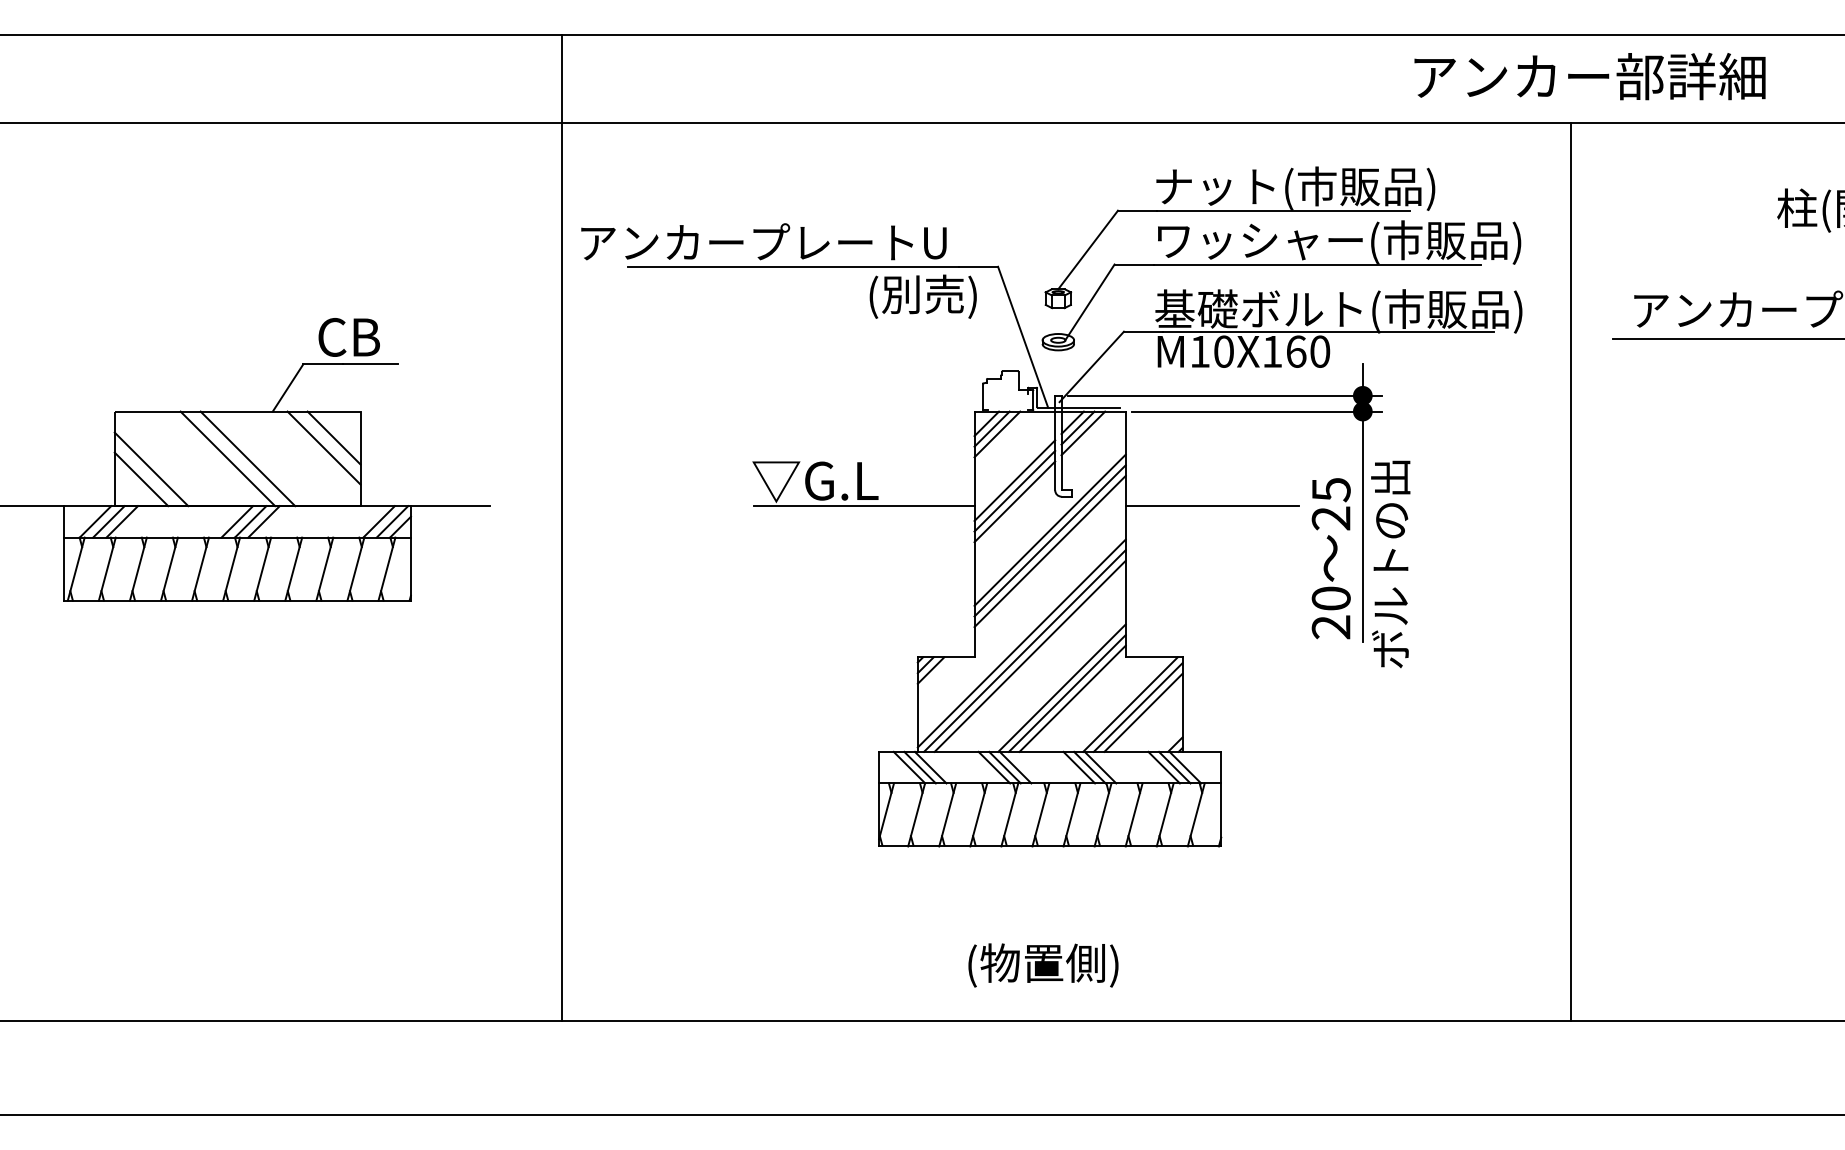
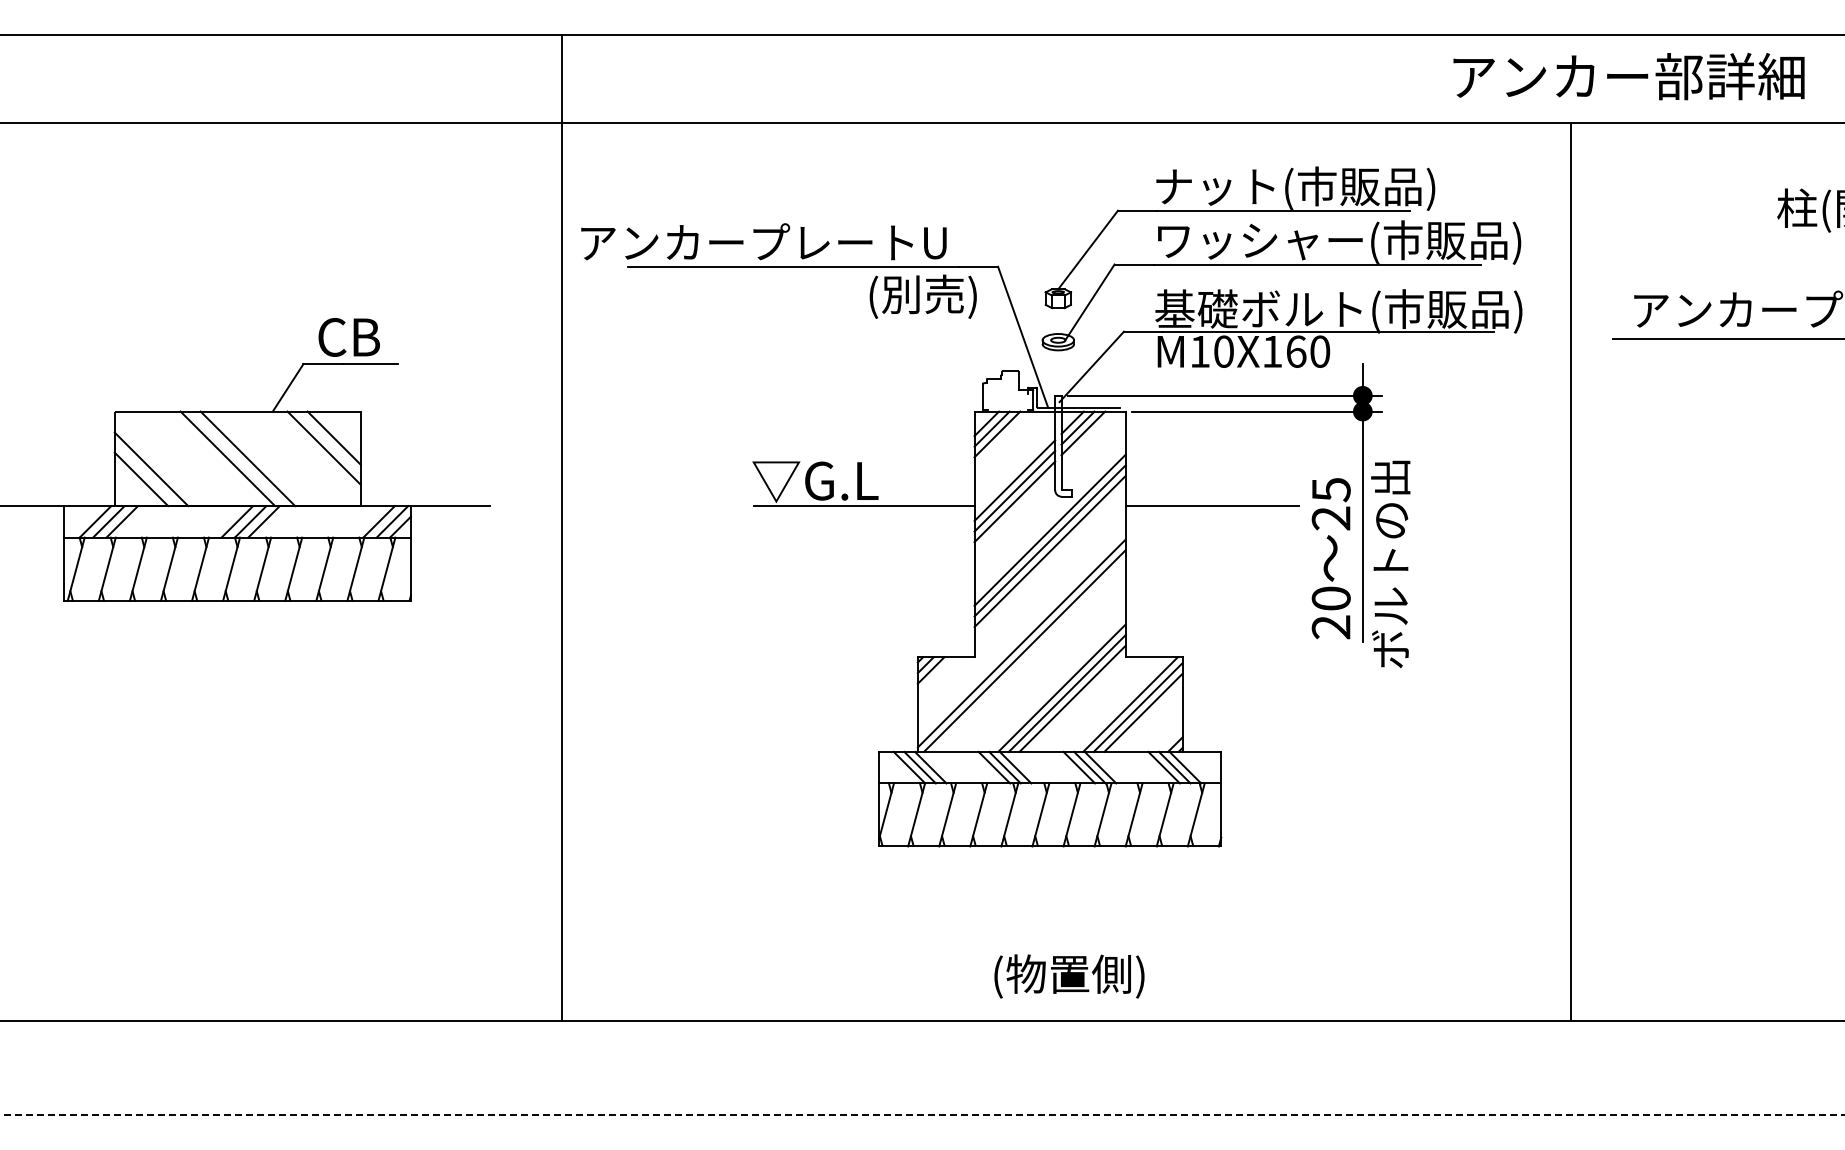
text at (1589, 76) position: (1589, 76) -> (1628, 76)
line at (1029, 655): present -> none
text at (1043, 965) position: (1043, 965) -> (1069, 976)
line at (923, 1115): solid -> dashed
